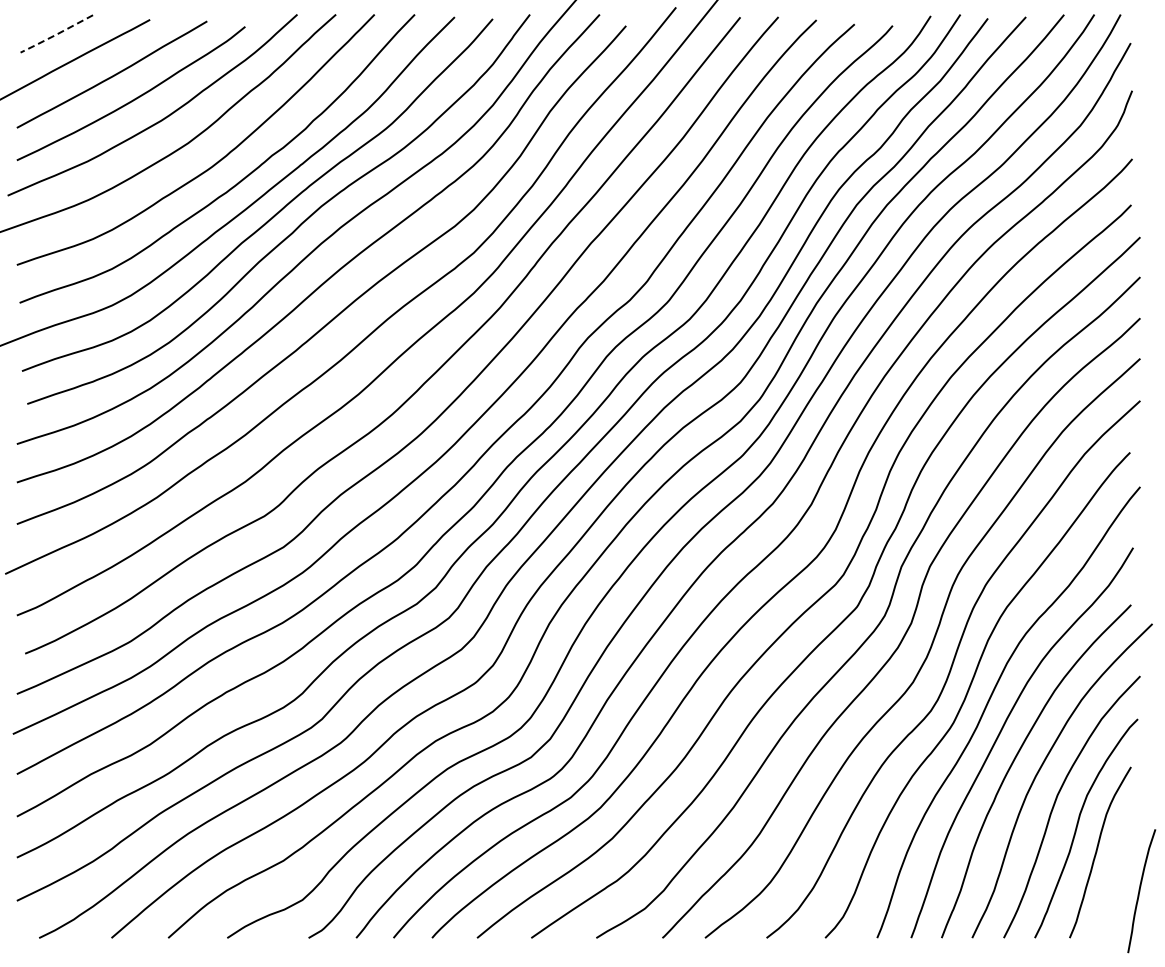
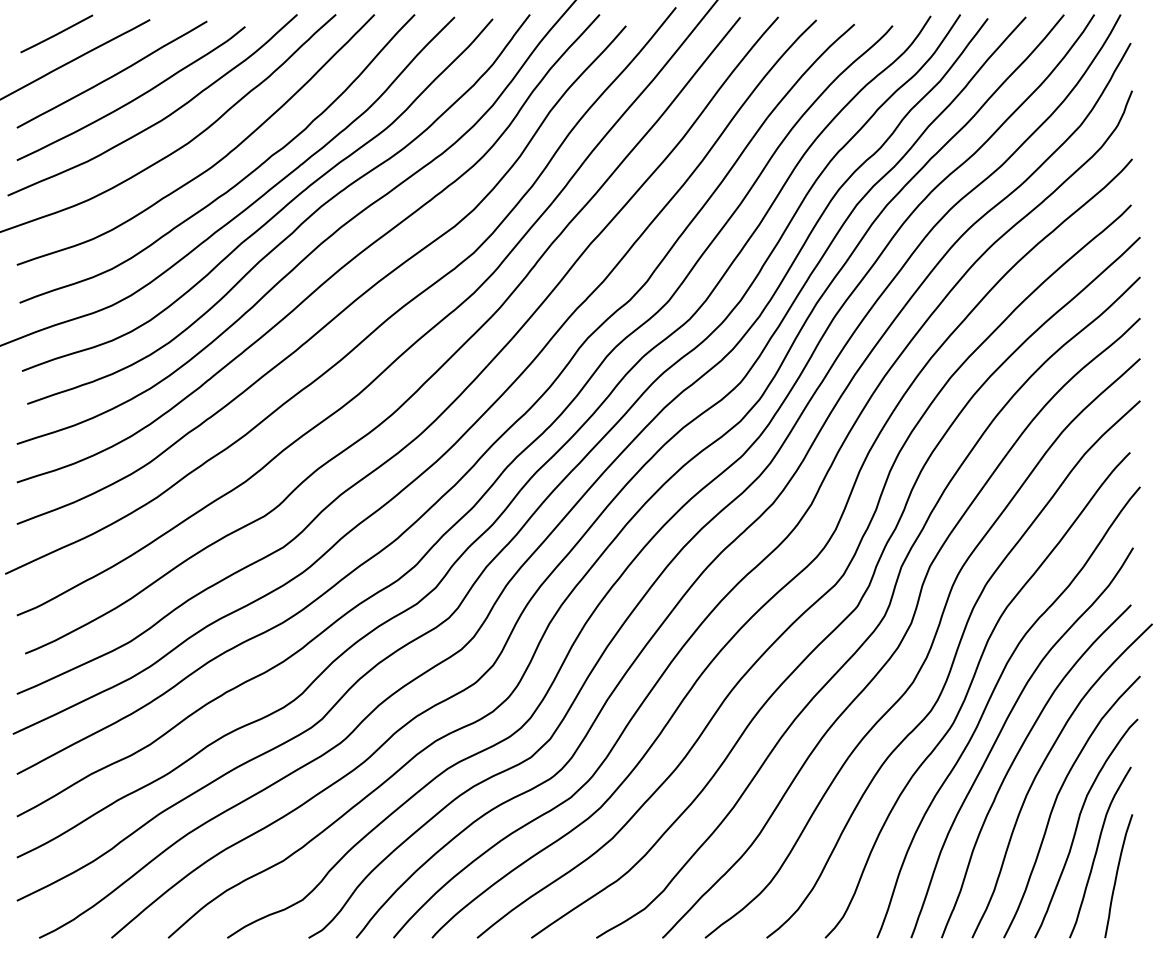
line at (56, 34): dashed -> solid
curve at (1140, 891) position: (1140, 891) -> (1117, 876)
